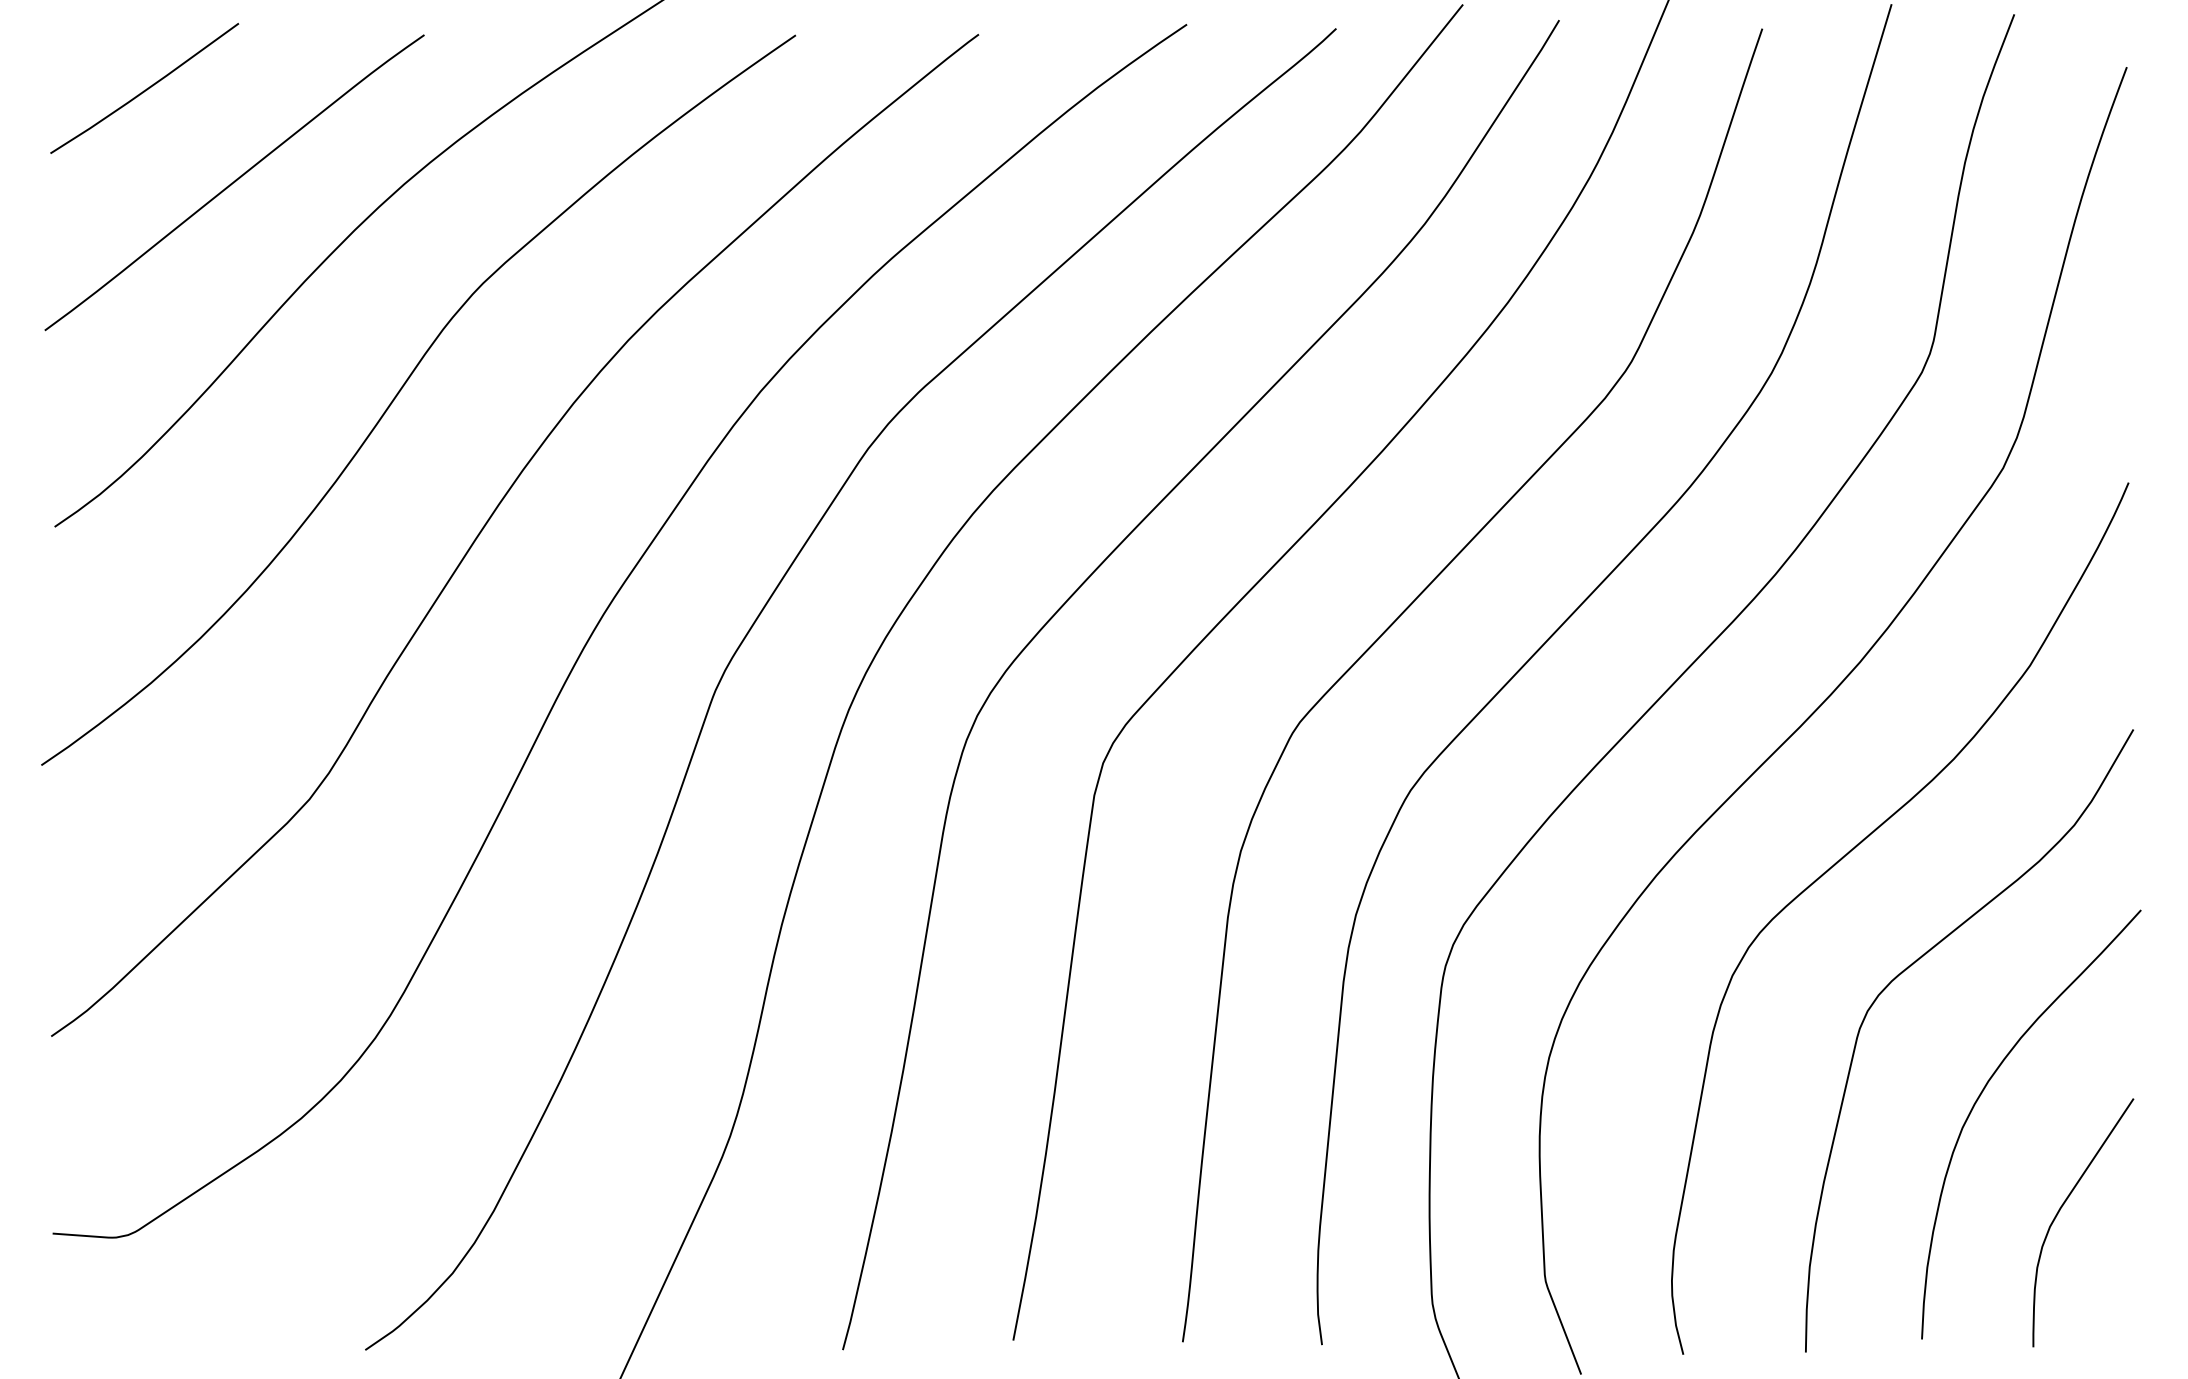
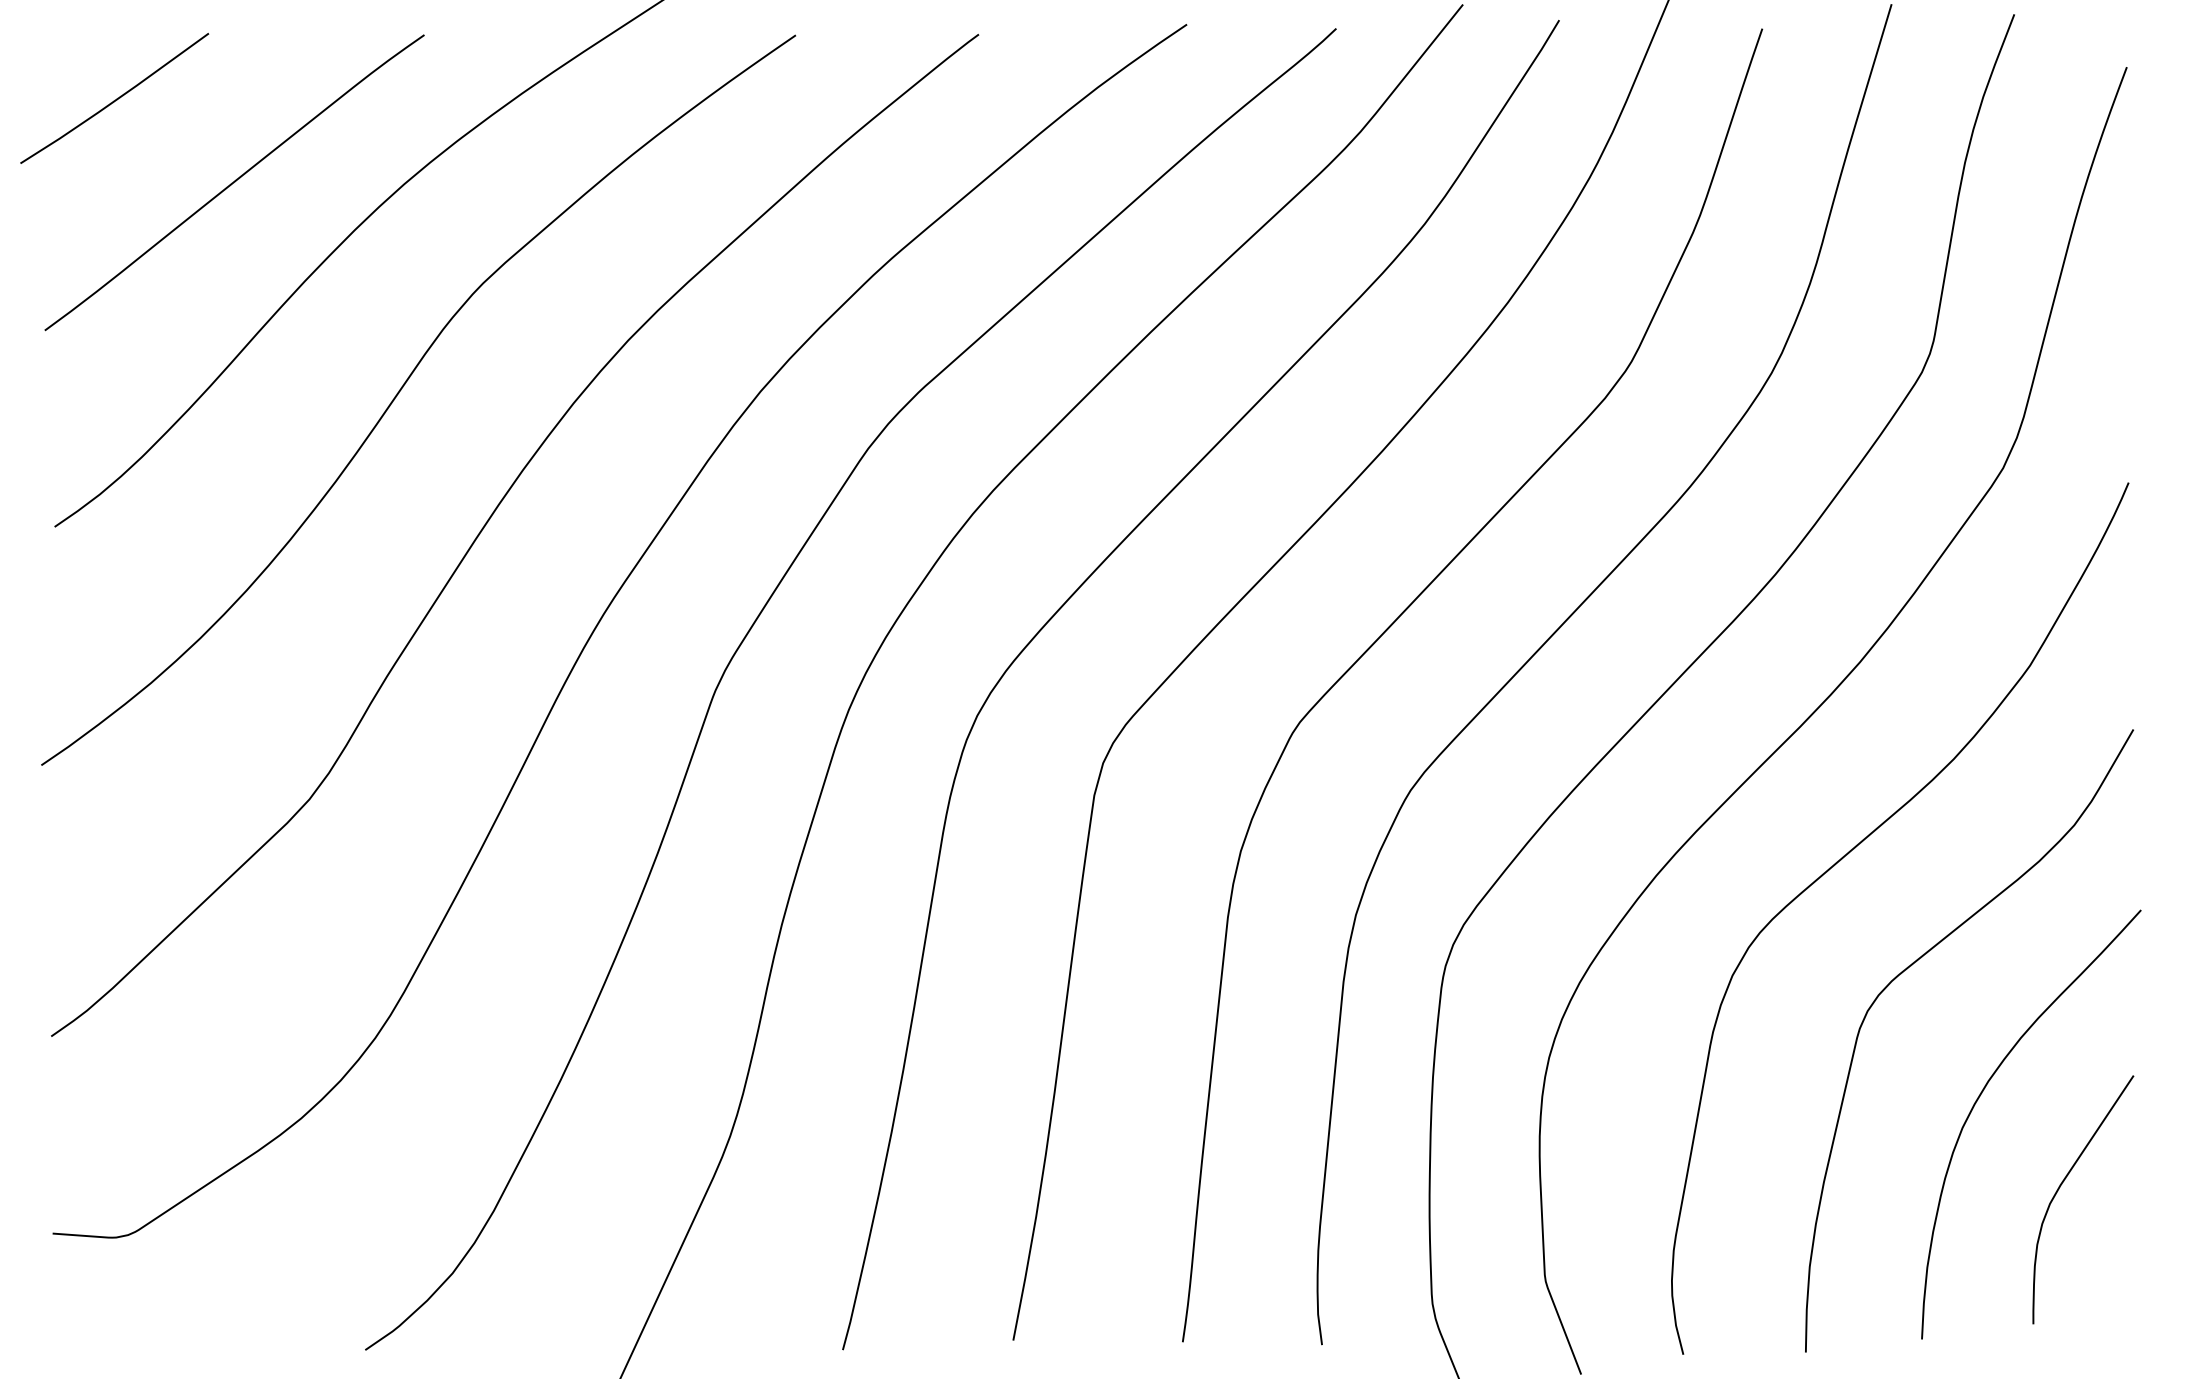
line at (145, 89) position: (145, 89) -> (115, 99)
curve at (2062, 1207) position: (2062, 1207) -> (2062, 1184)
